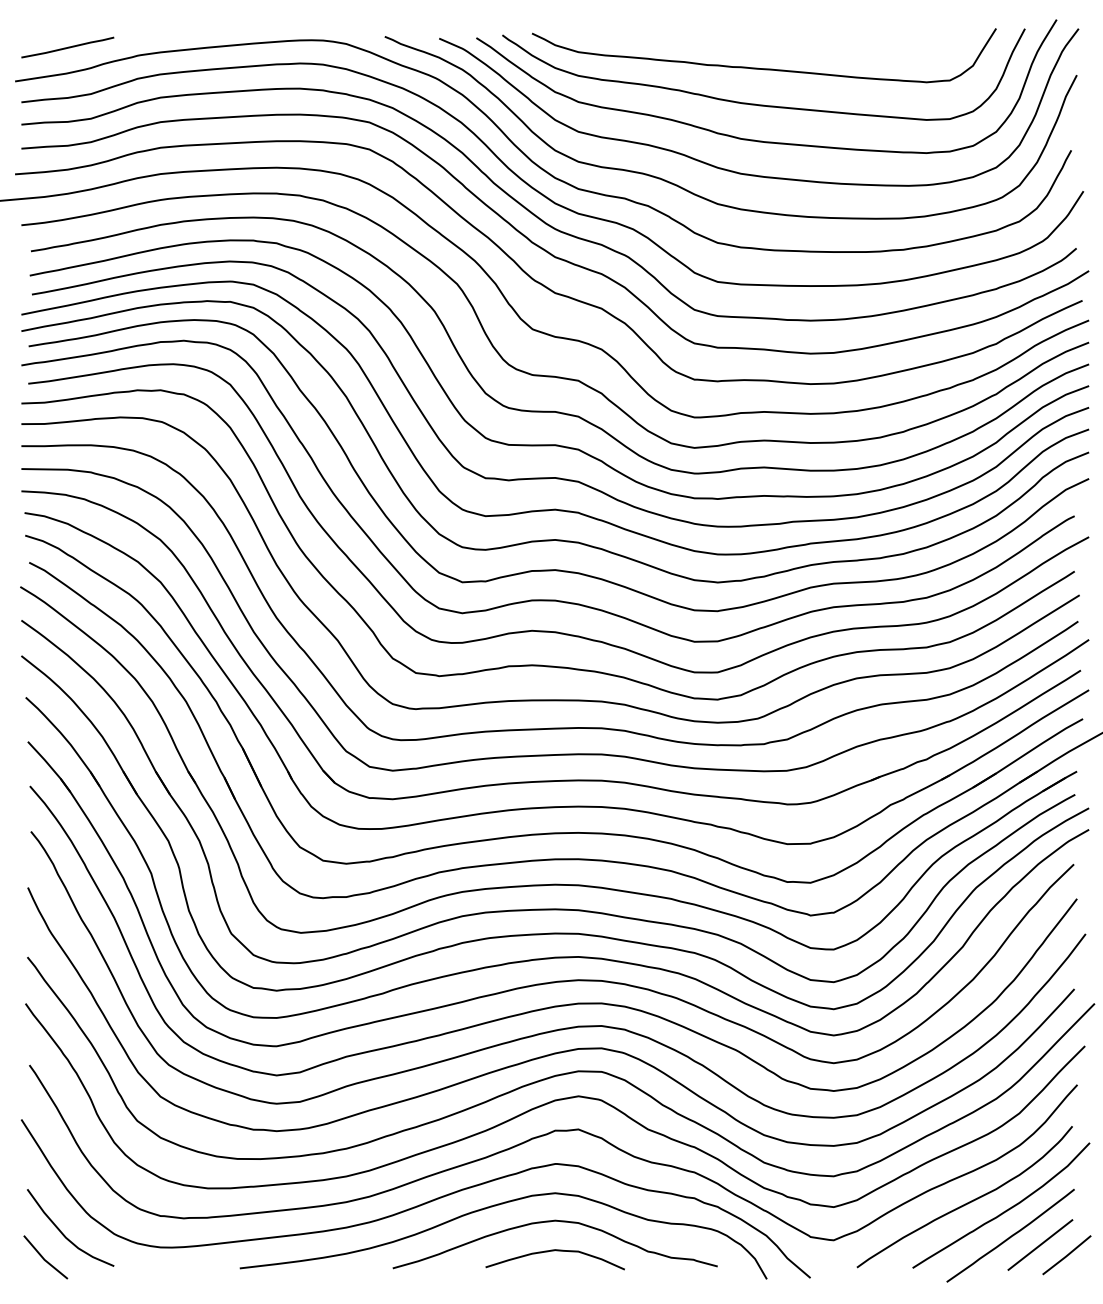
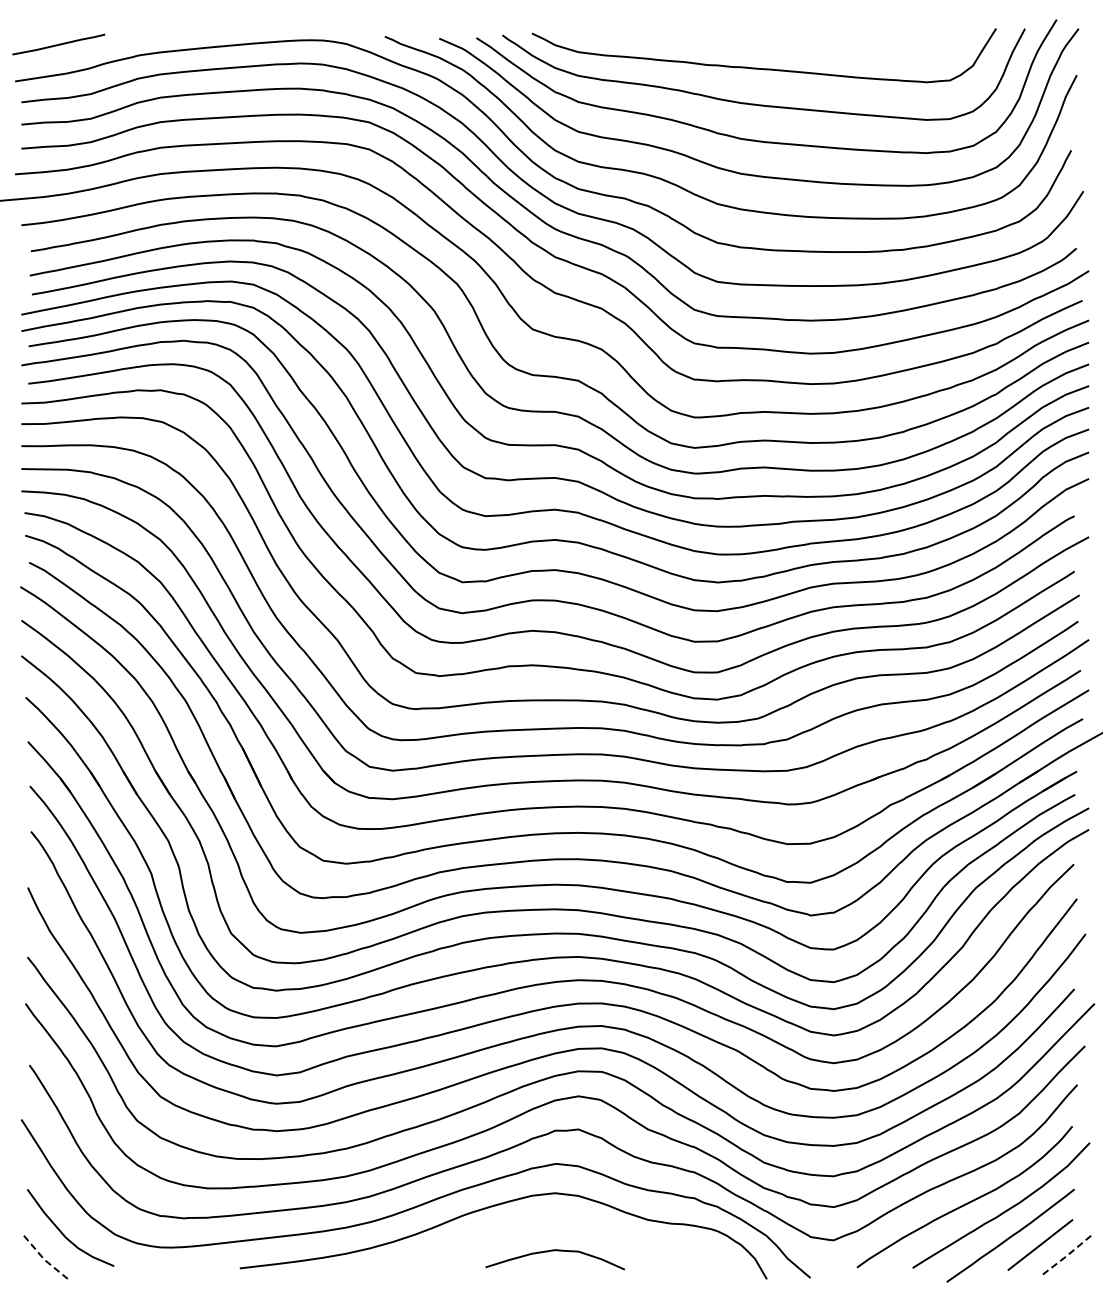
line at (67, 47) position: (67, 47) -> (58, 44)
curve at (550, 1222): present -> none
line at (1066, 1256): solid -> dashed
line at (44, 1259): solid -> dashed
